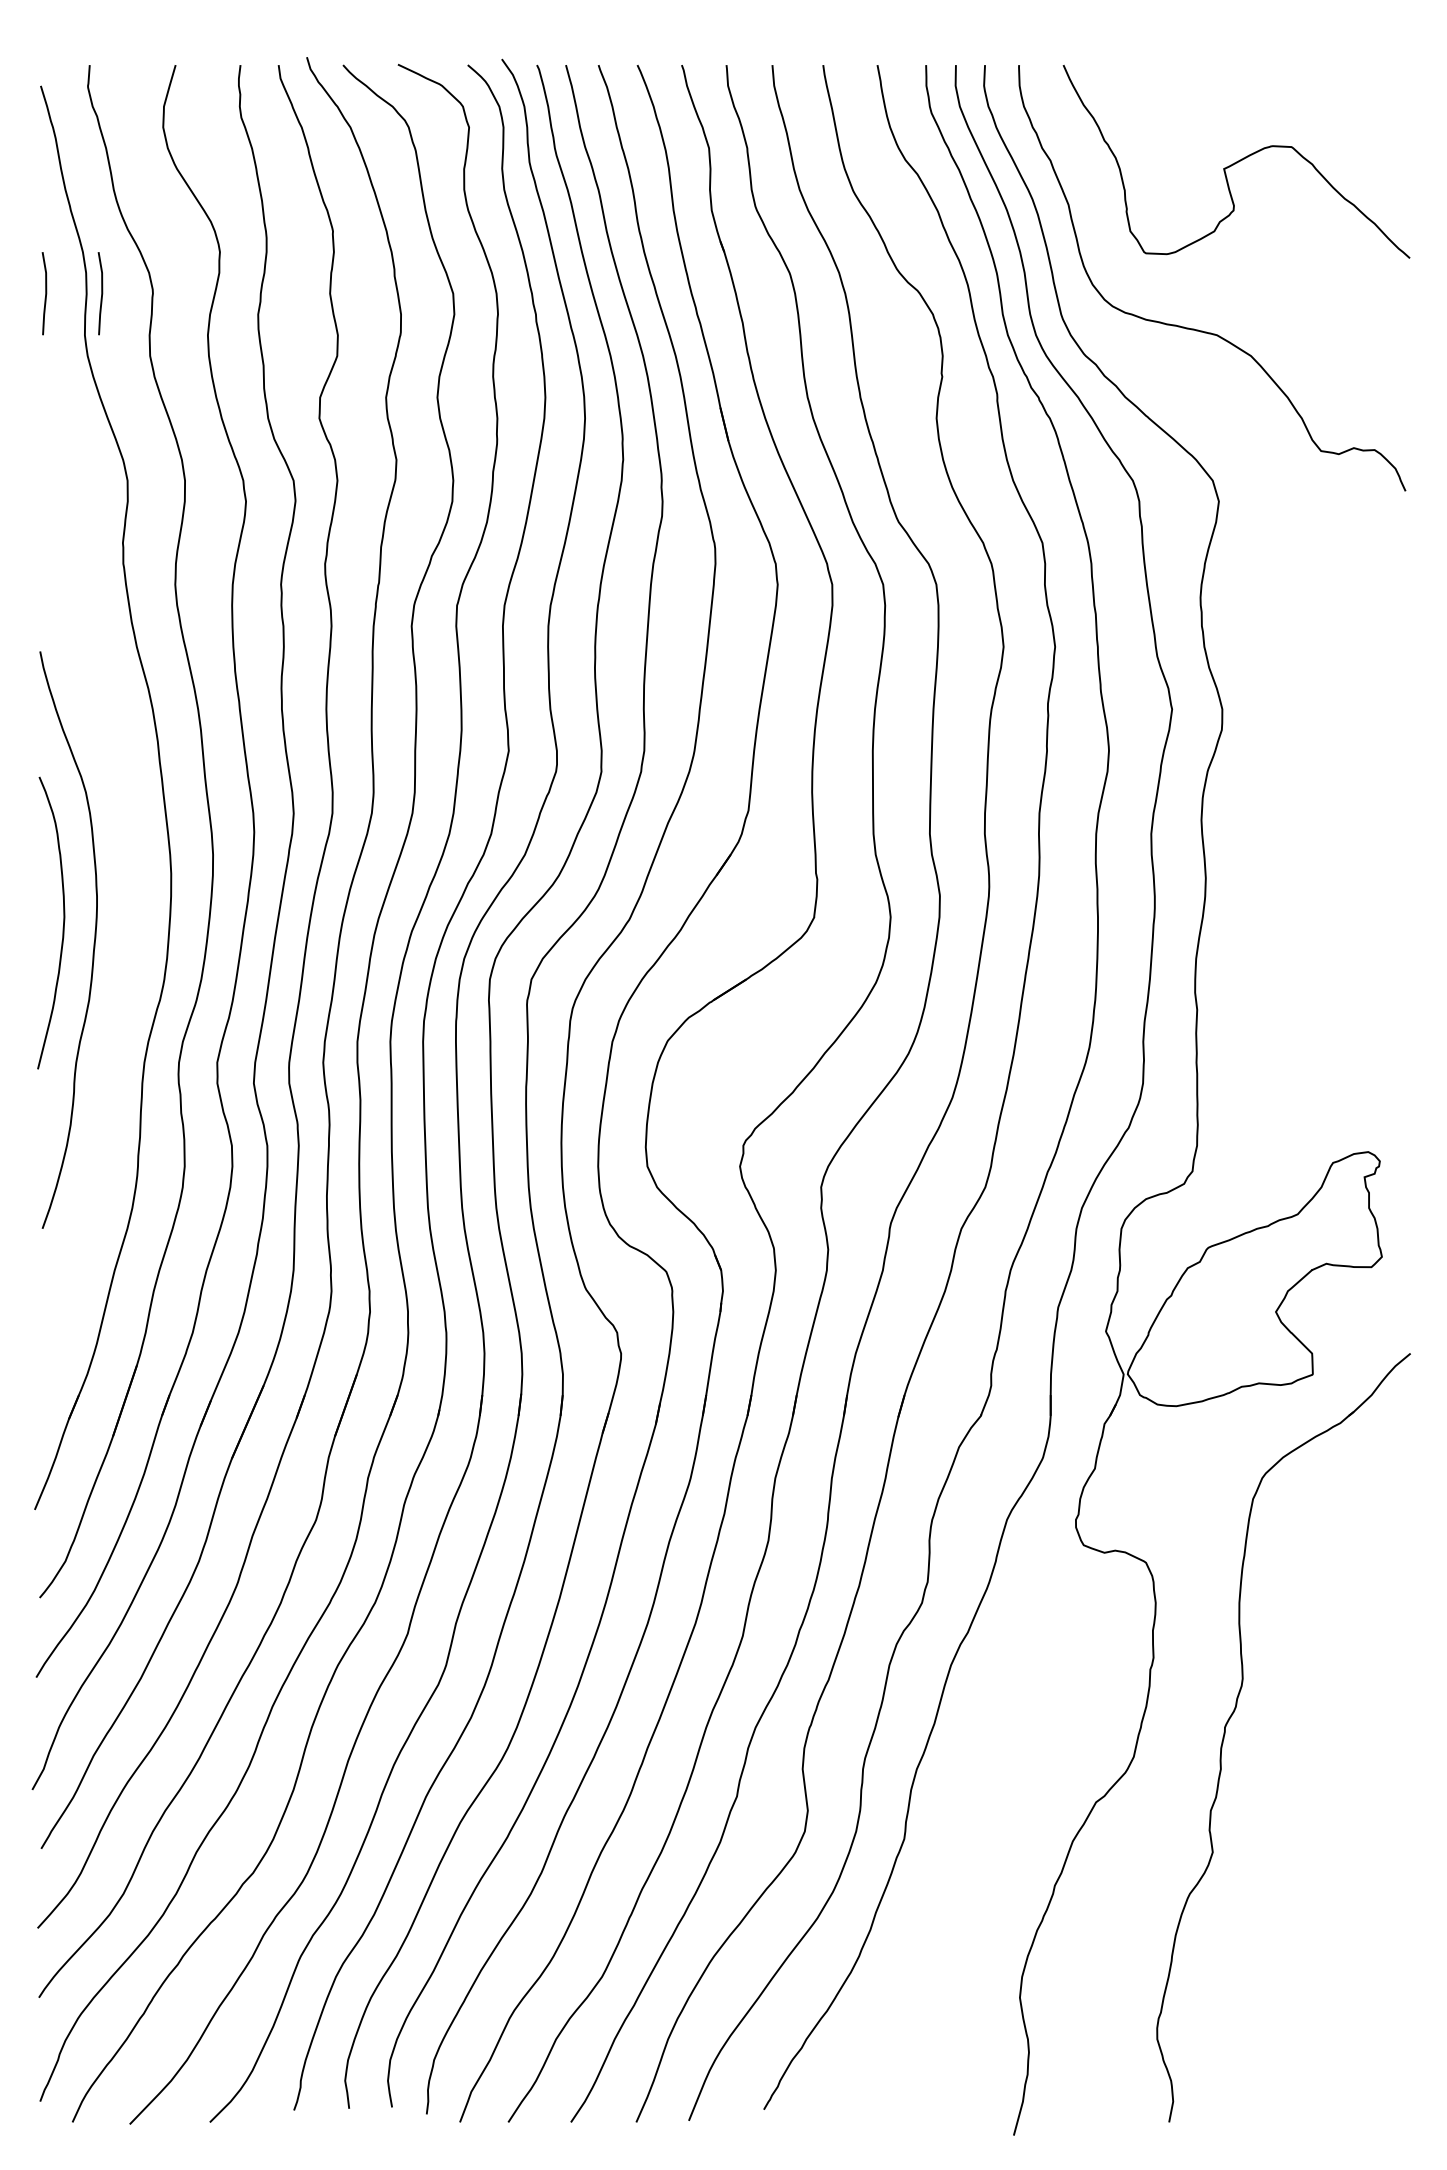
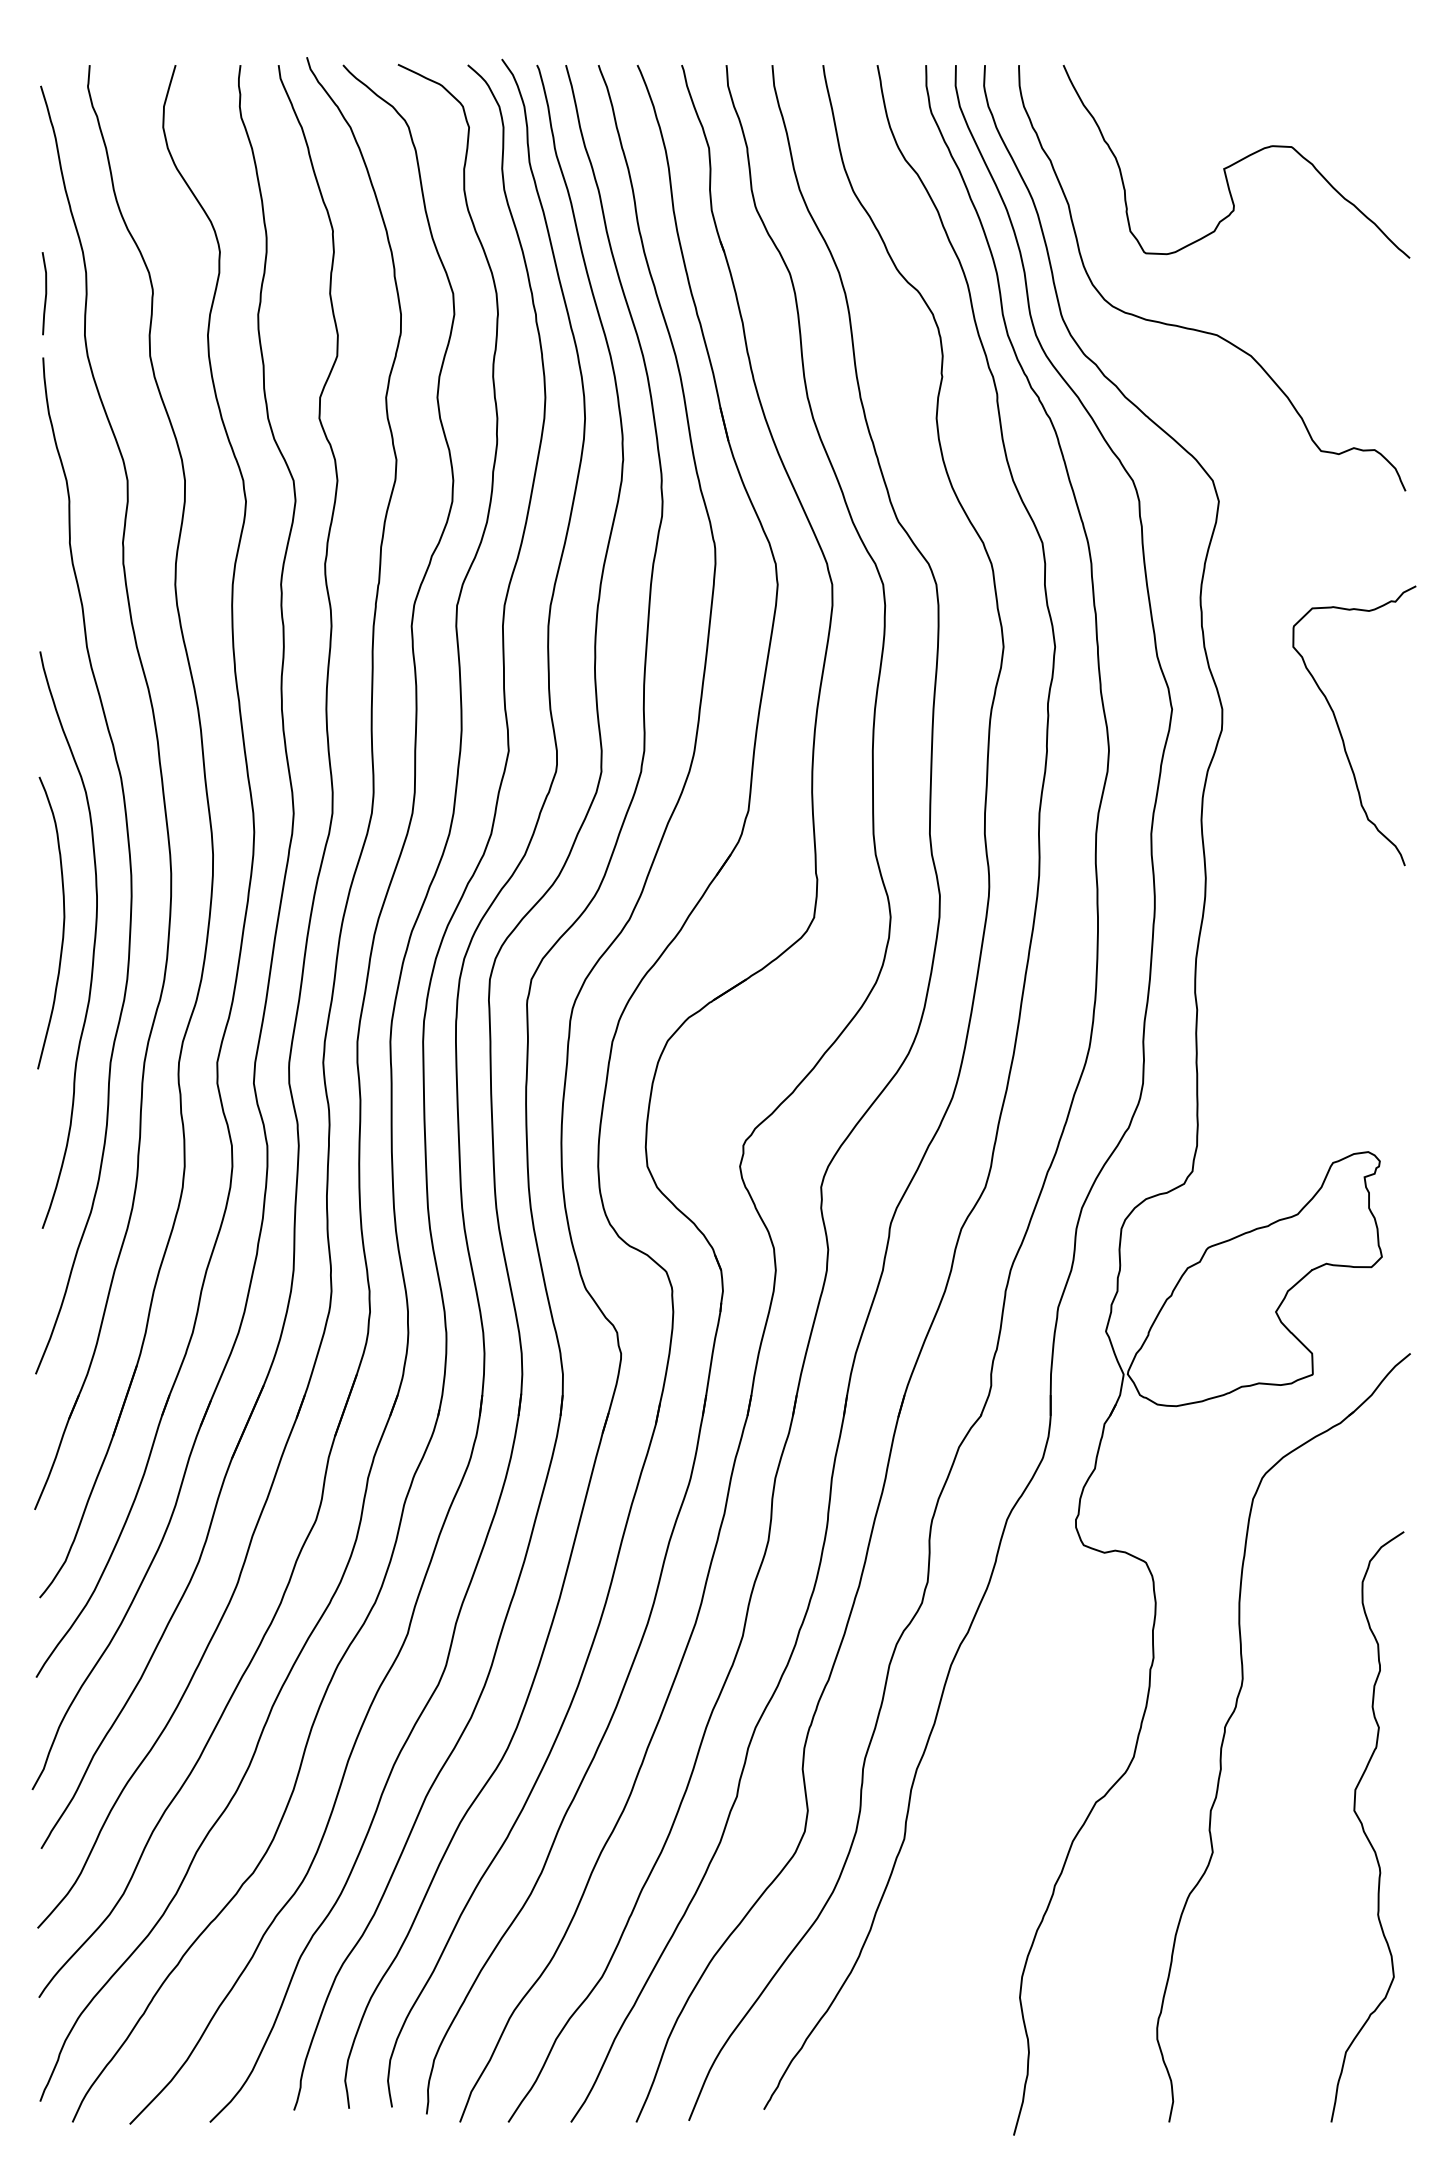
line at (101, 293): present -> none
curve at (1340, 729): none -> present
curve at (129, 865): none -> present
curve at (1363, 1826): none -> present
